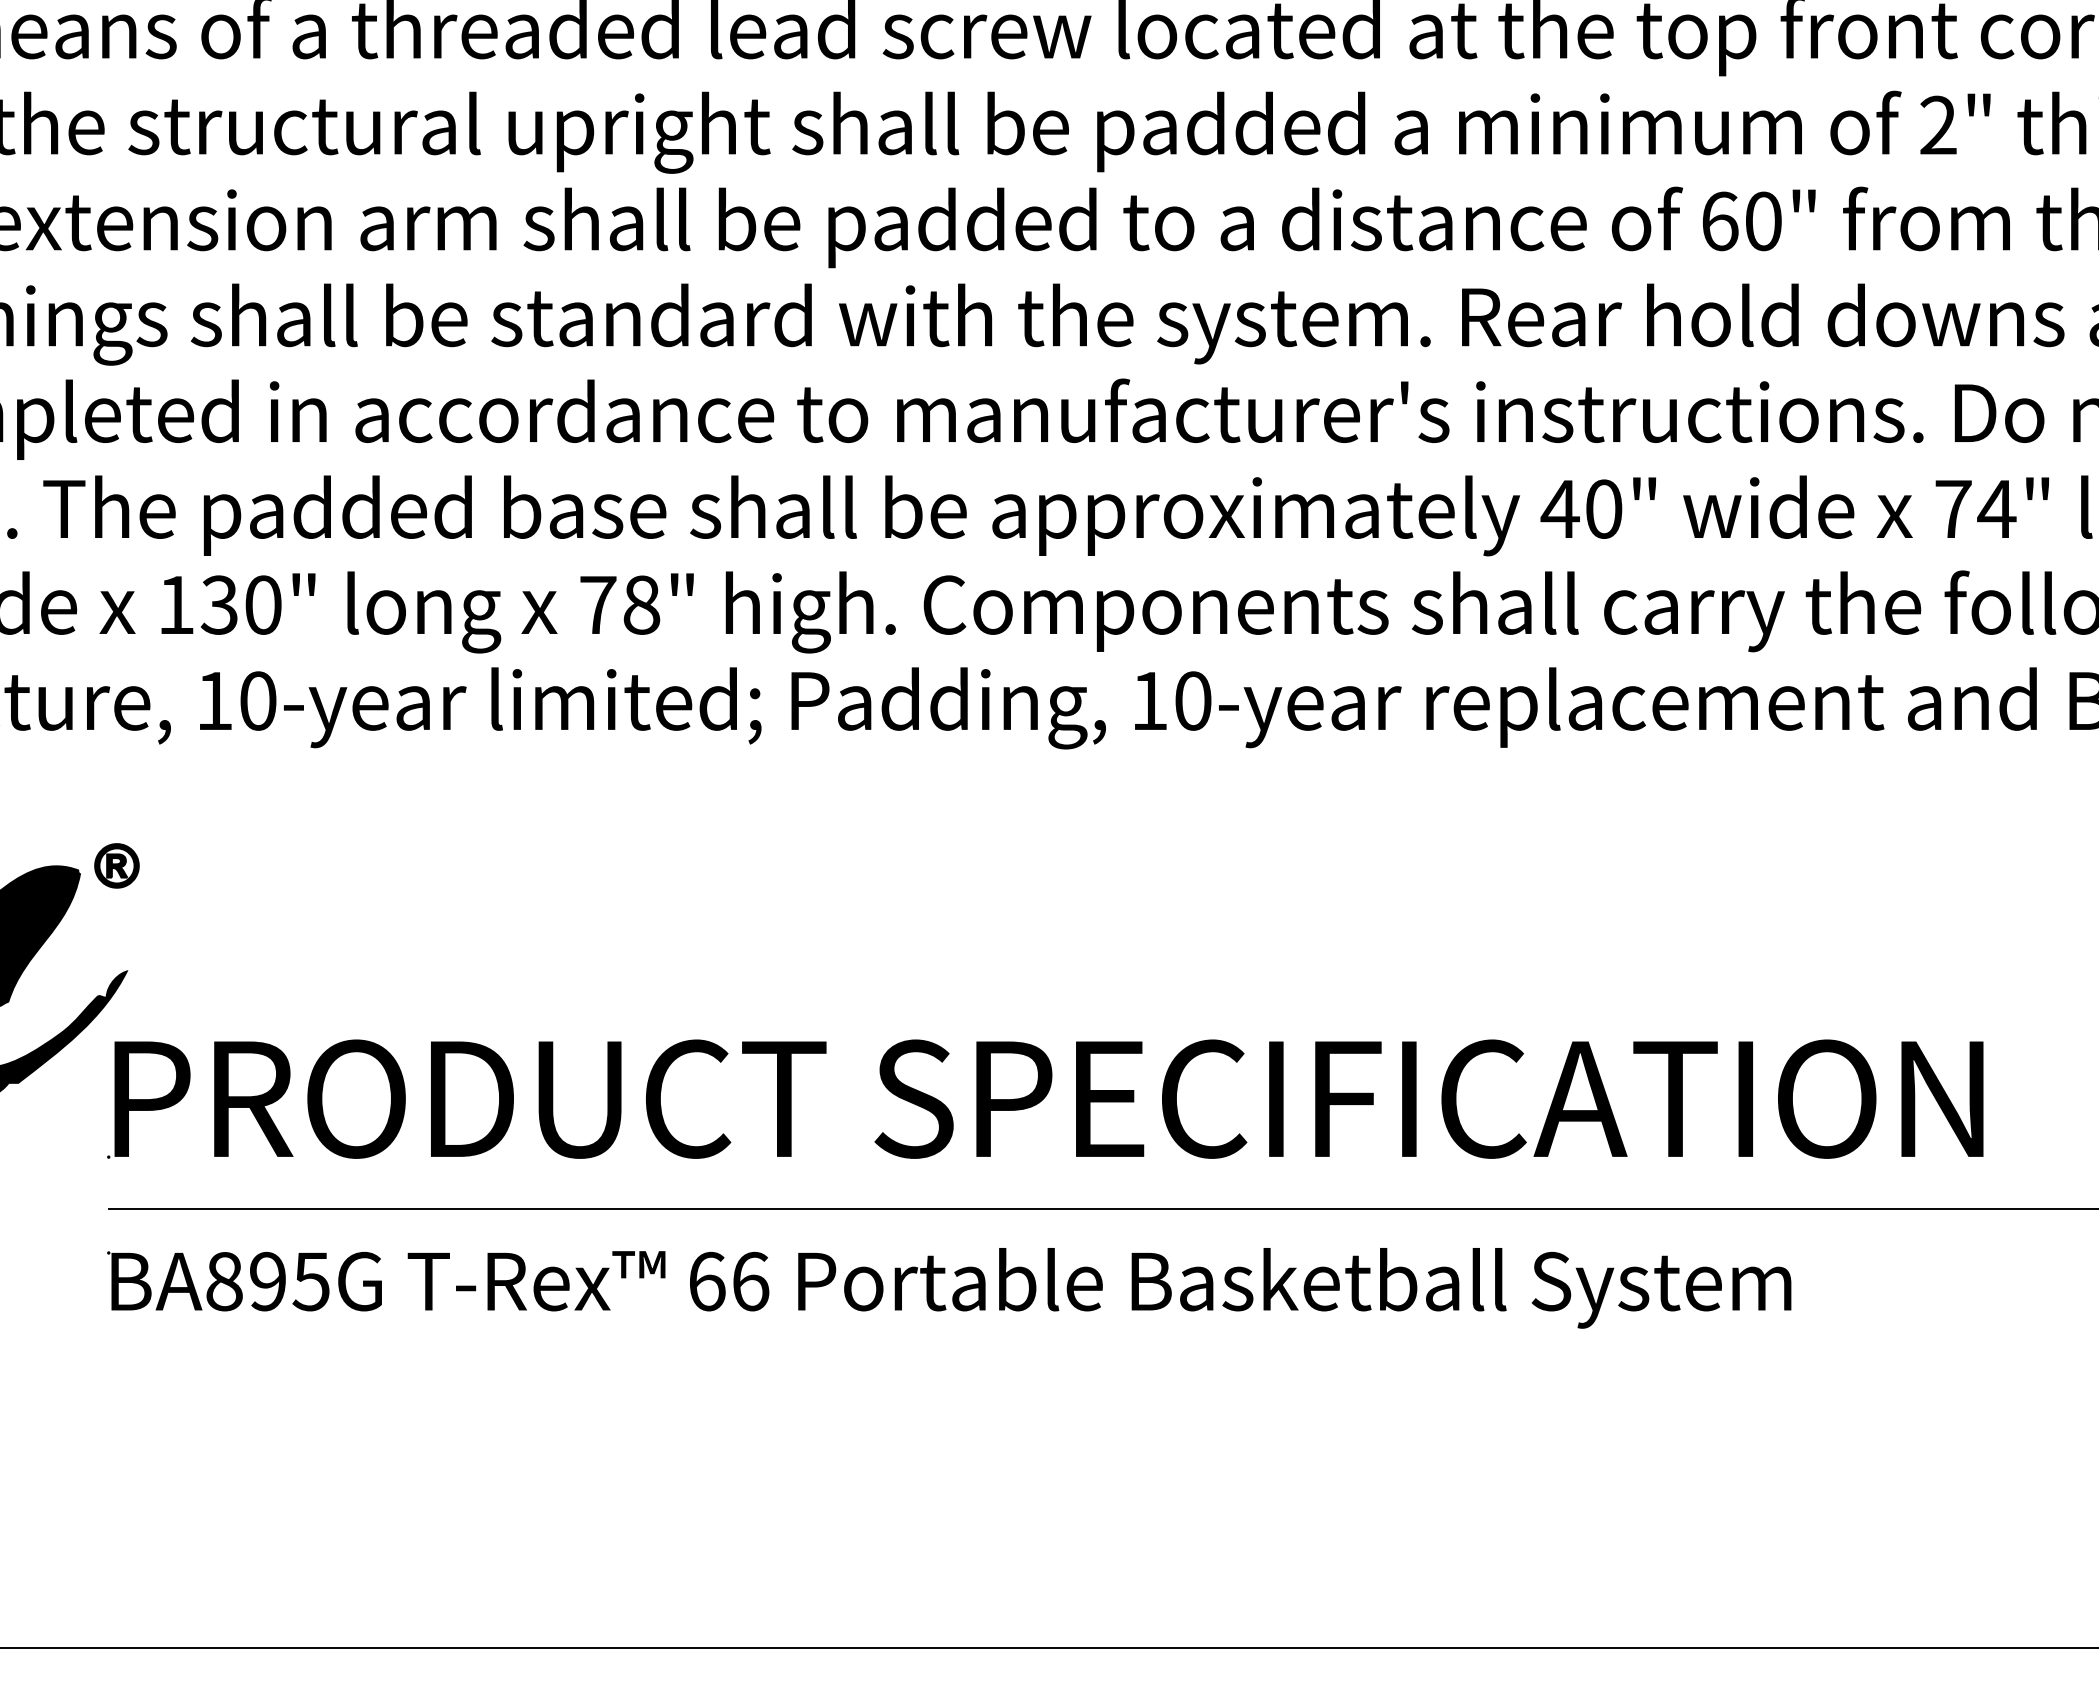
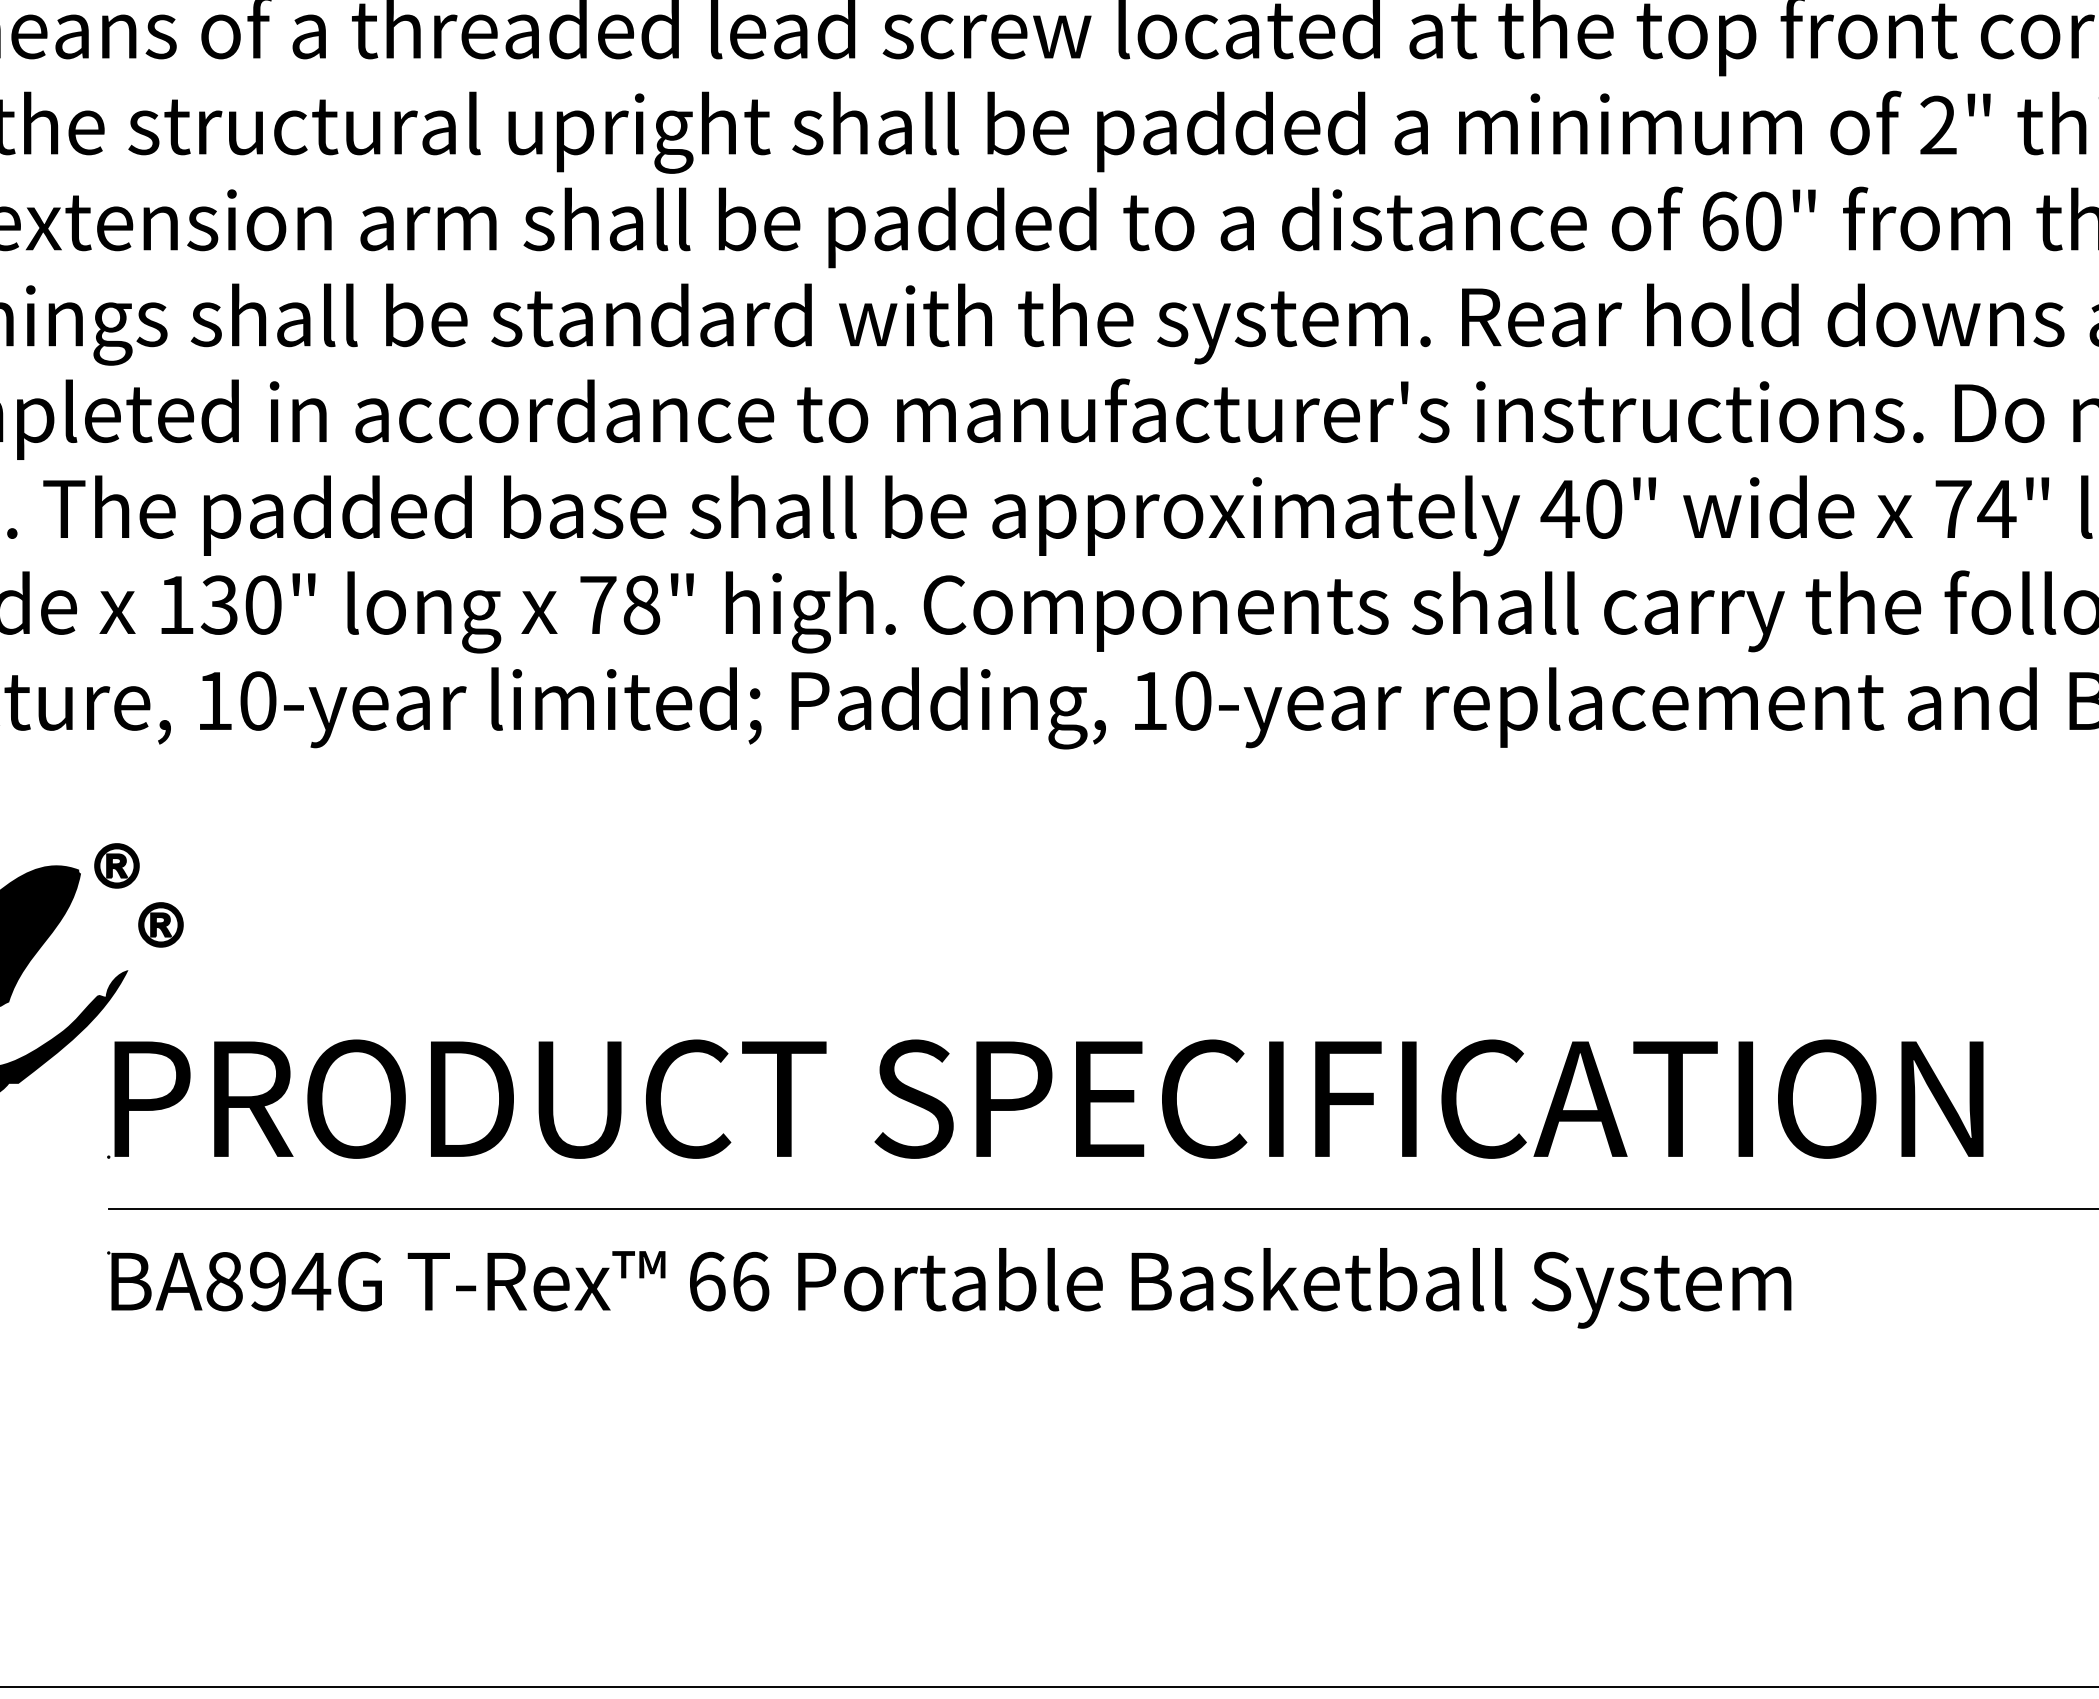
part at (160, 924): none -> present
text at (311, 1281): BA895G -> BA894G
line at (1048, 1648) position: (1048, 1648) -> (1048, 1687)
